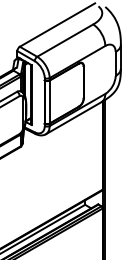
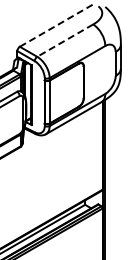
line at (57, 24): solid -> dashed
line at (64, 40): solid -> dashed
